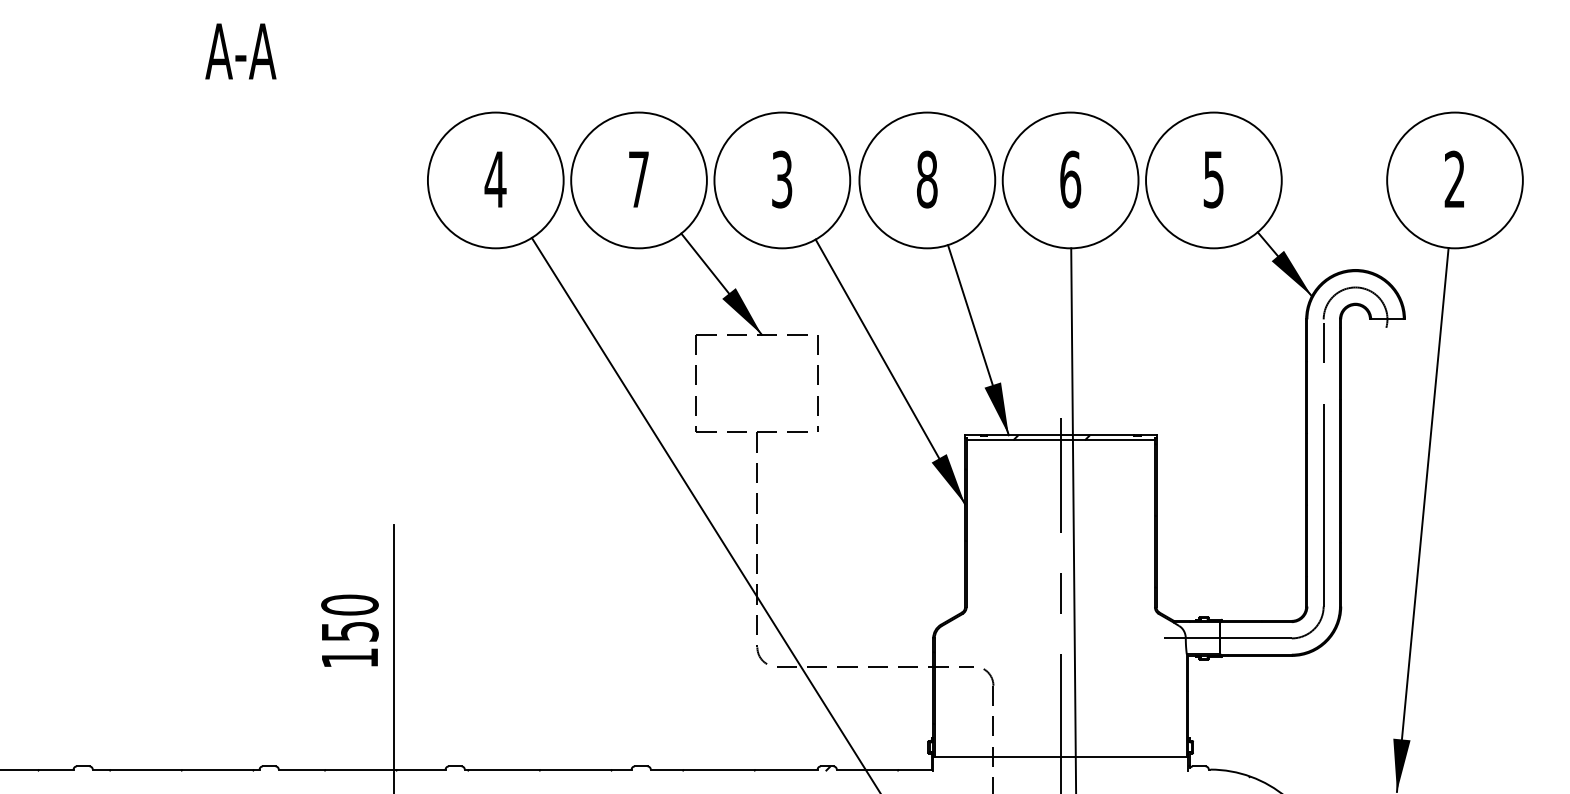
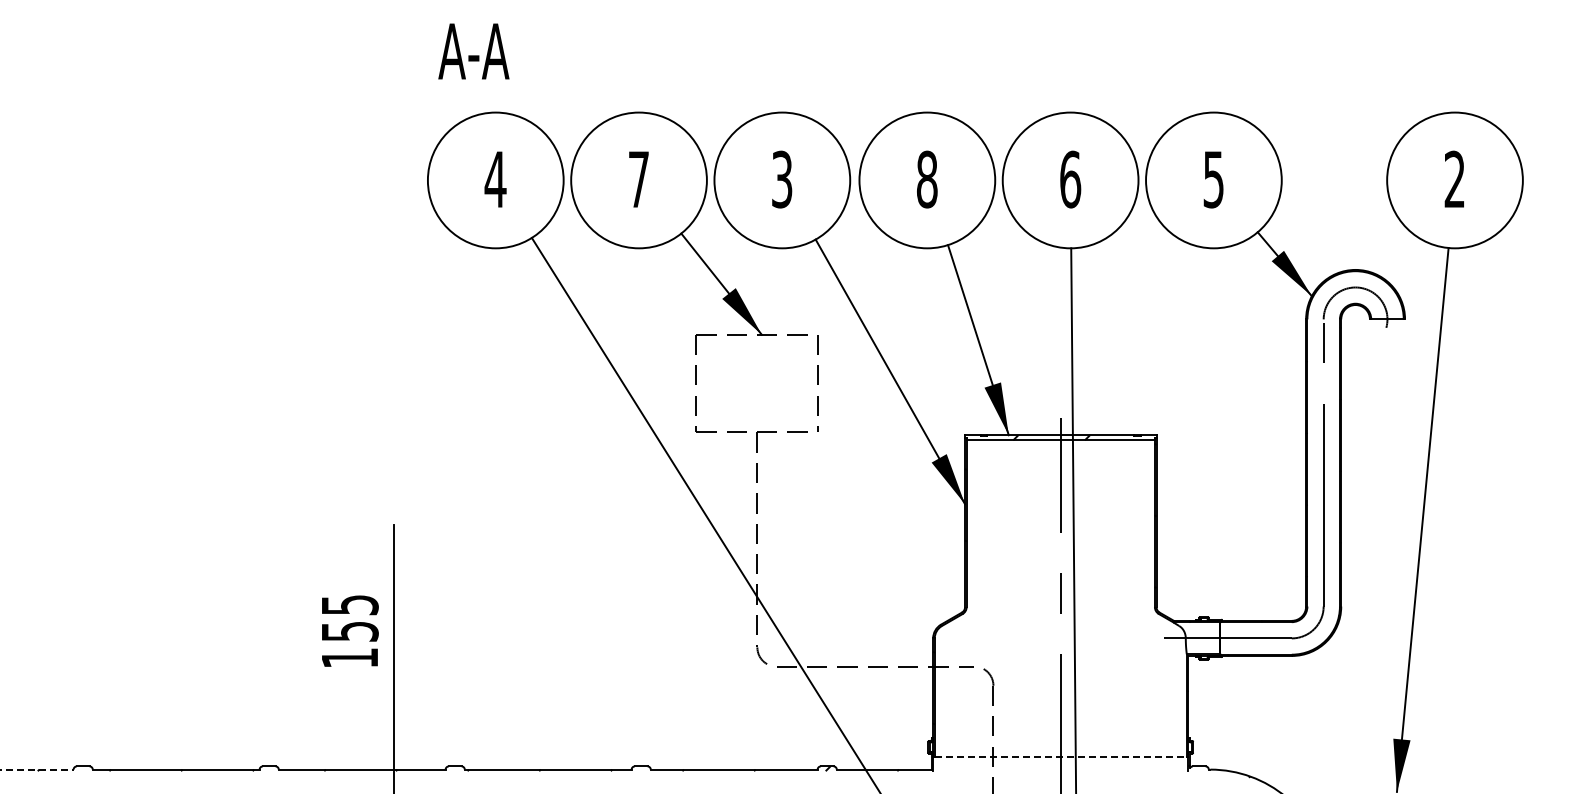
text at (240, 51) position: (240, 51) -> (473, 51)
text at (349, 604): 150 -> 155
line at (1061, 756): solid -> dashed
line at (37, 769): solid -> dashed
